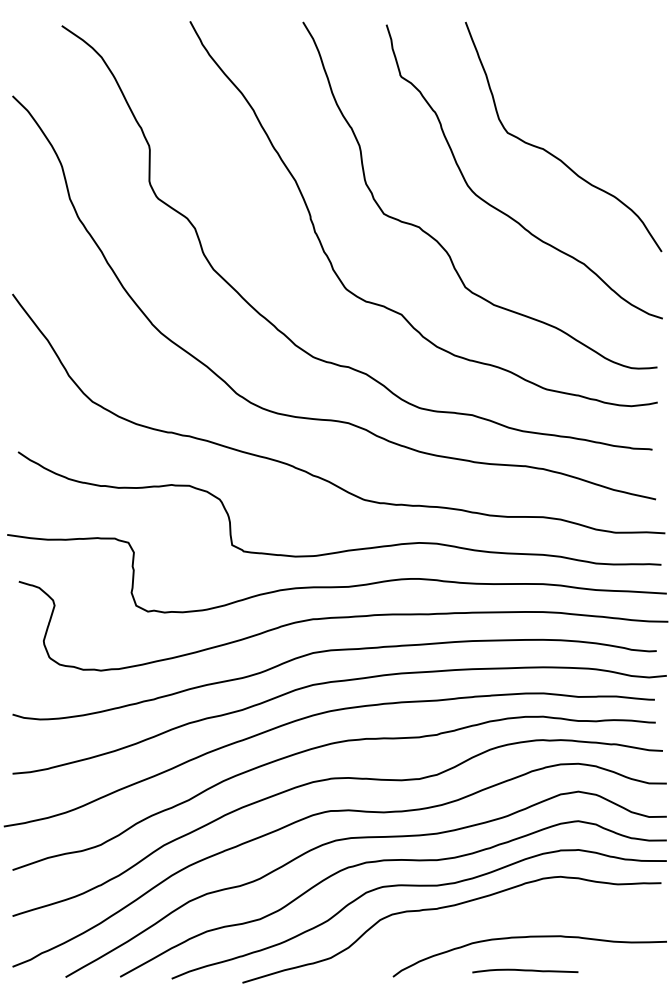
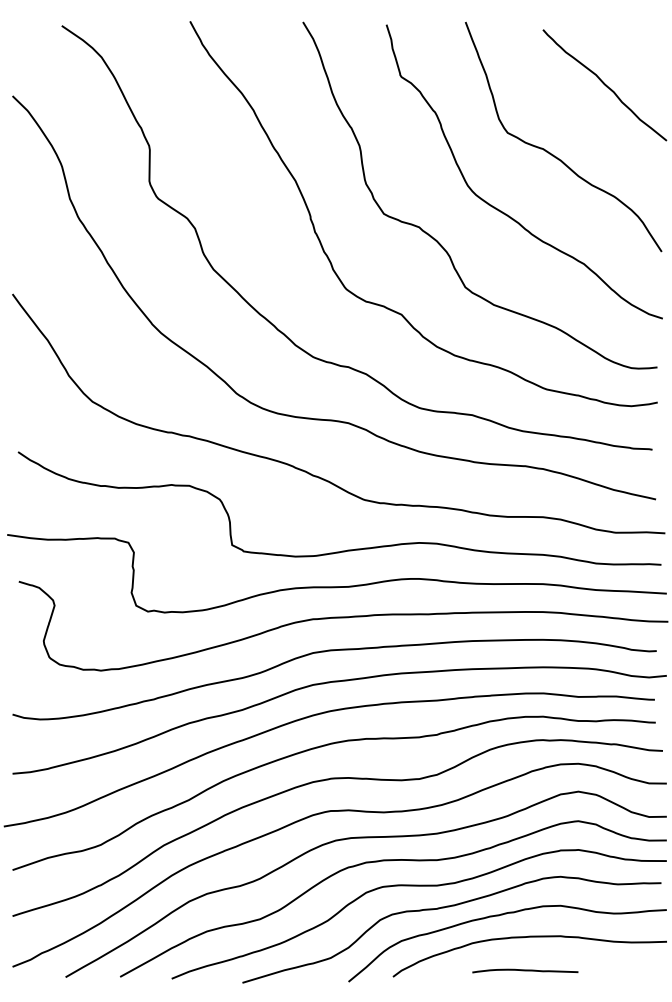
curve at (604, 85): none -> present
curve at (499, 916): none -> present
